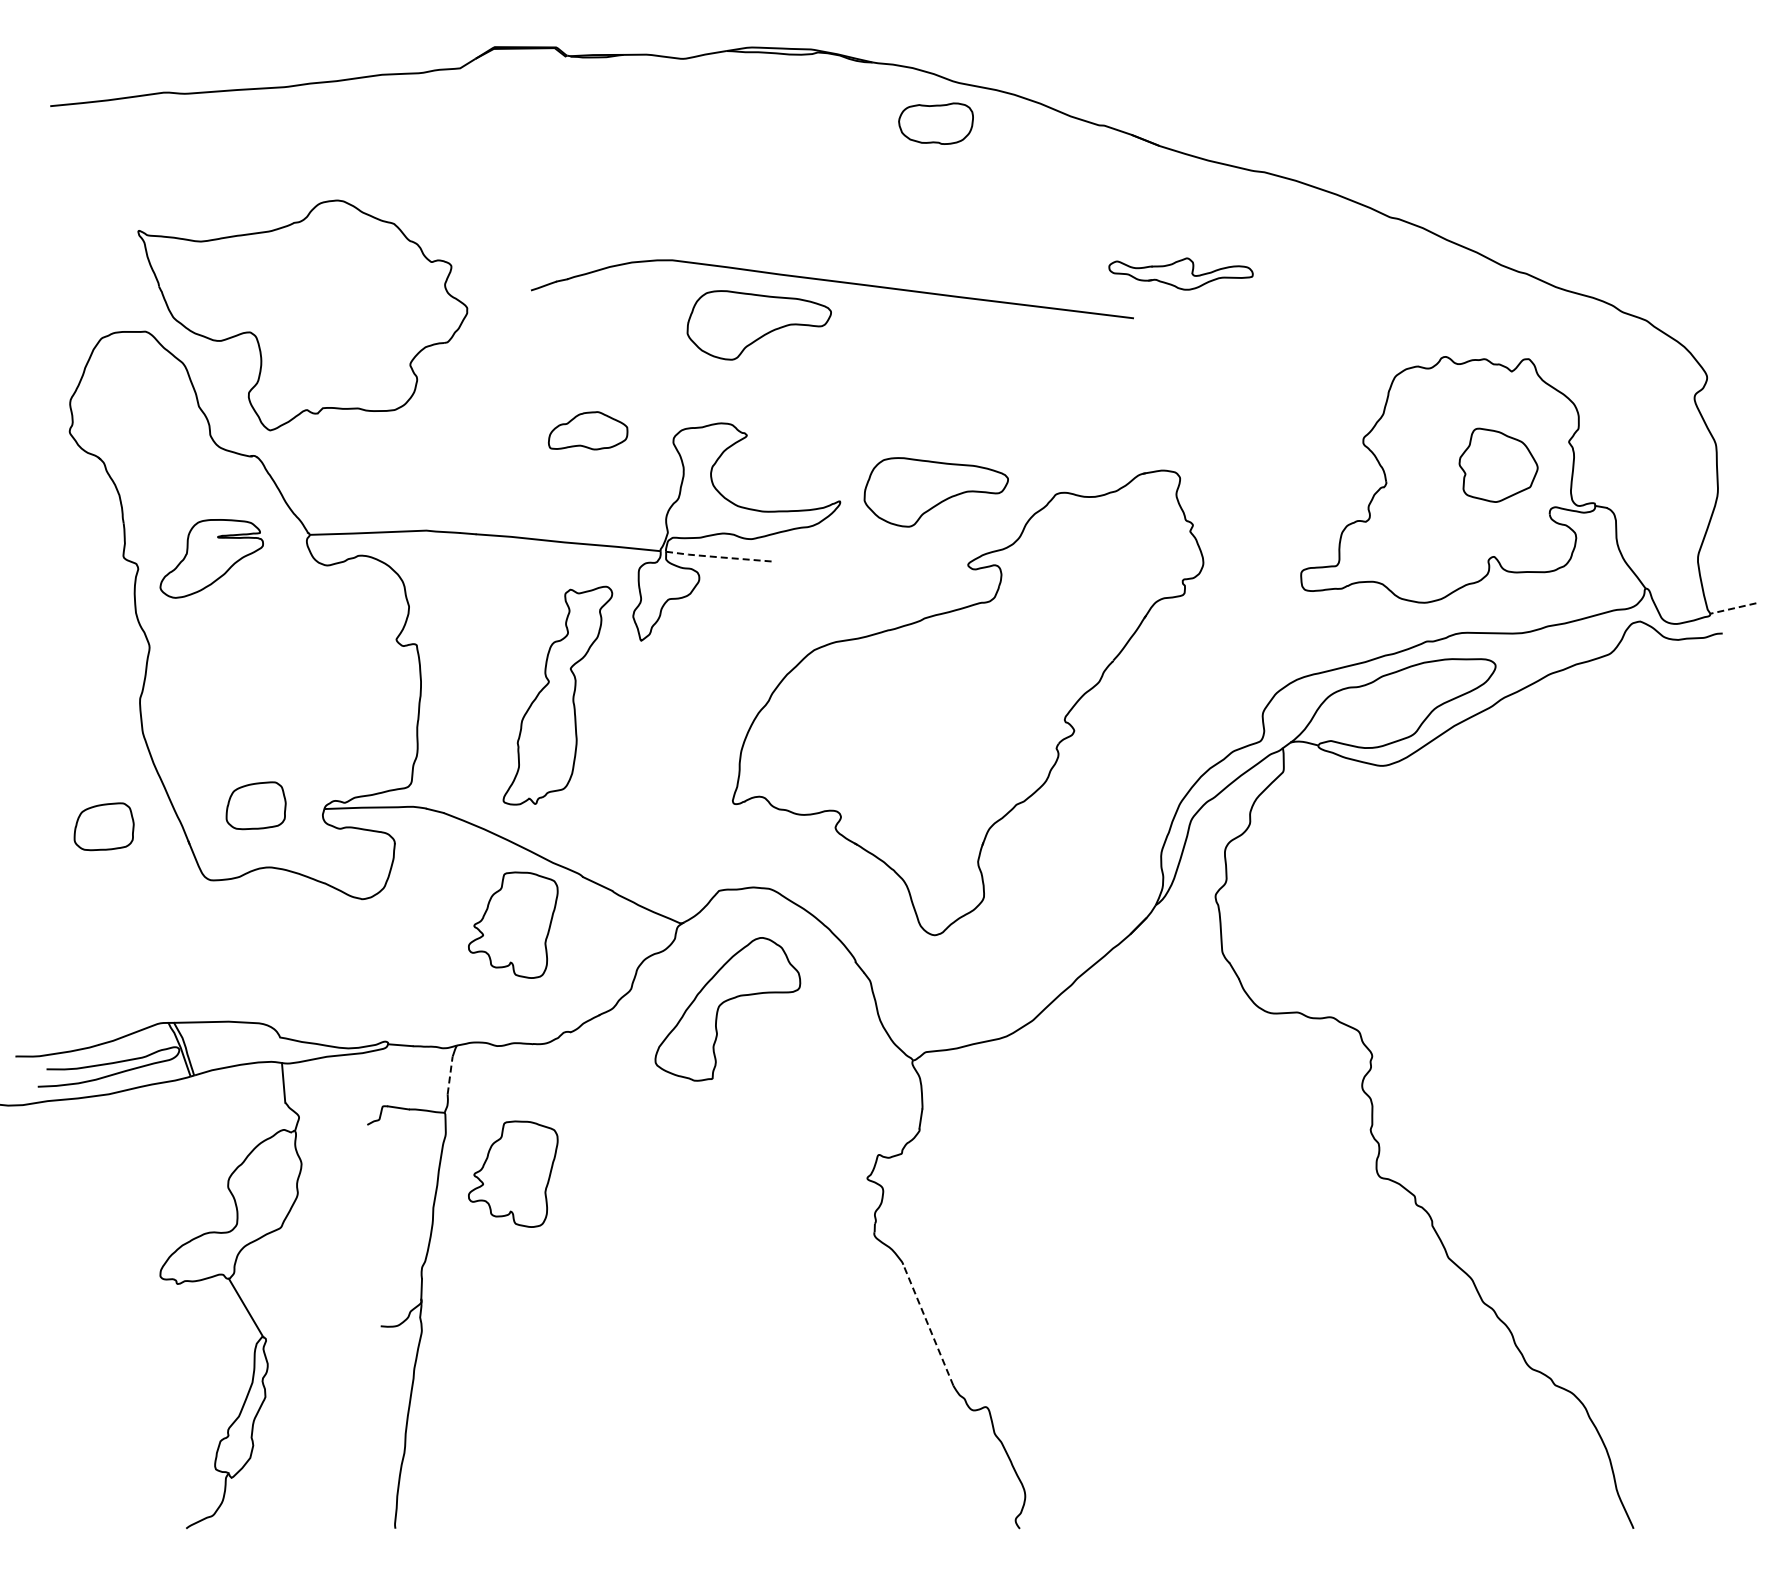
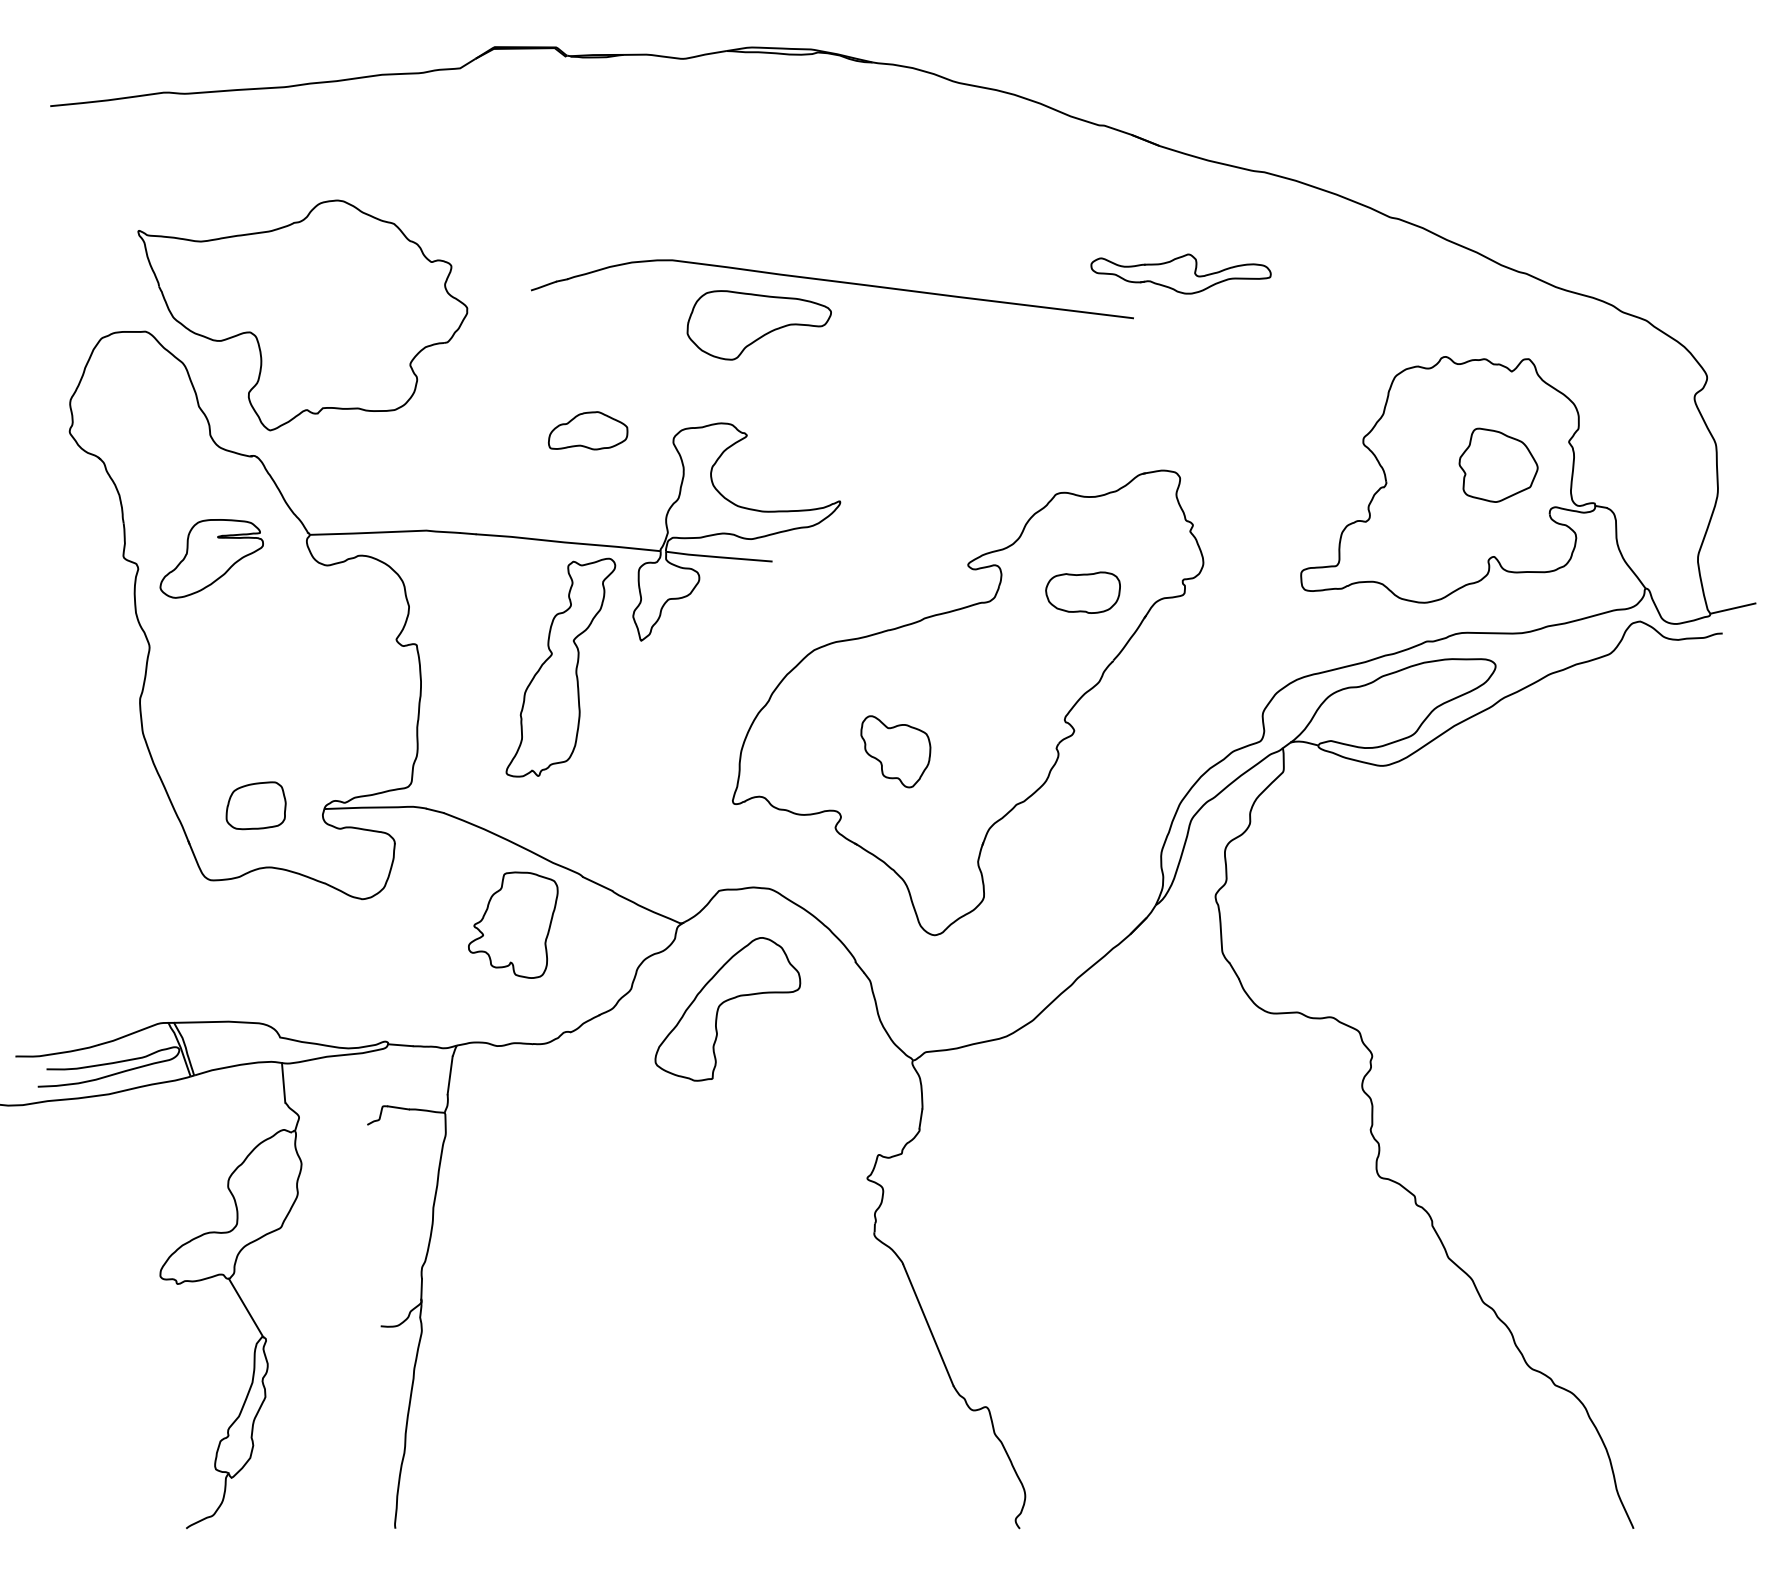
part at (935, 123) position: (935, 123) -> (1082, 592)
part at (1180, 273) size: 146x34 px -> 182x42 px
part at (935, 492): present -> none
line at (718, 557): dashed -> solid
line at (1733, 608): dashed -> solid
part at (557, 695) position: (557, 695) -> (560, 667)
part at (895, 751): none -> present
part at (103, 826): present -> none
line at (450, 1075): dashed -> solid
part at (513, 1173): present -> none
line at (928, 1324): dashed -> solid
